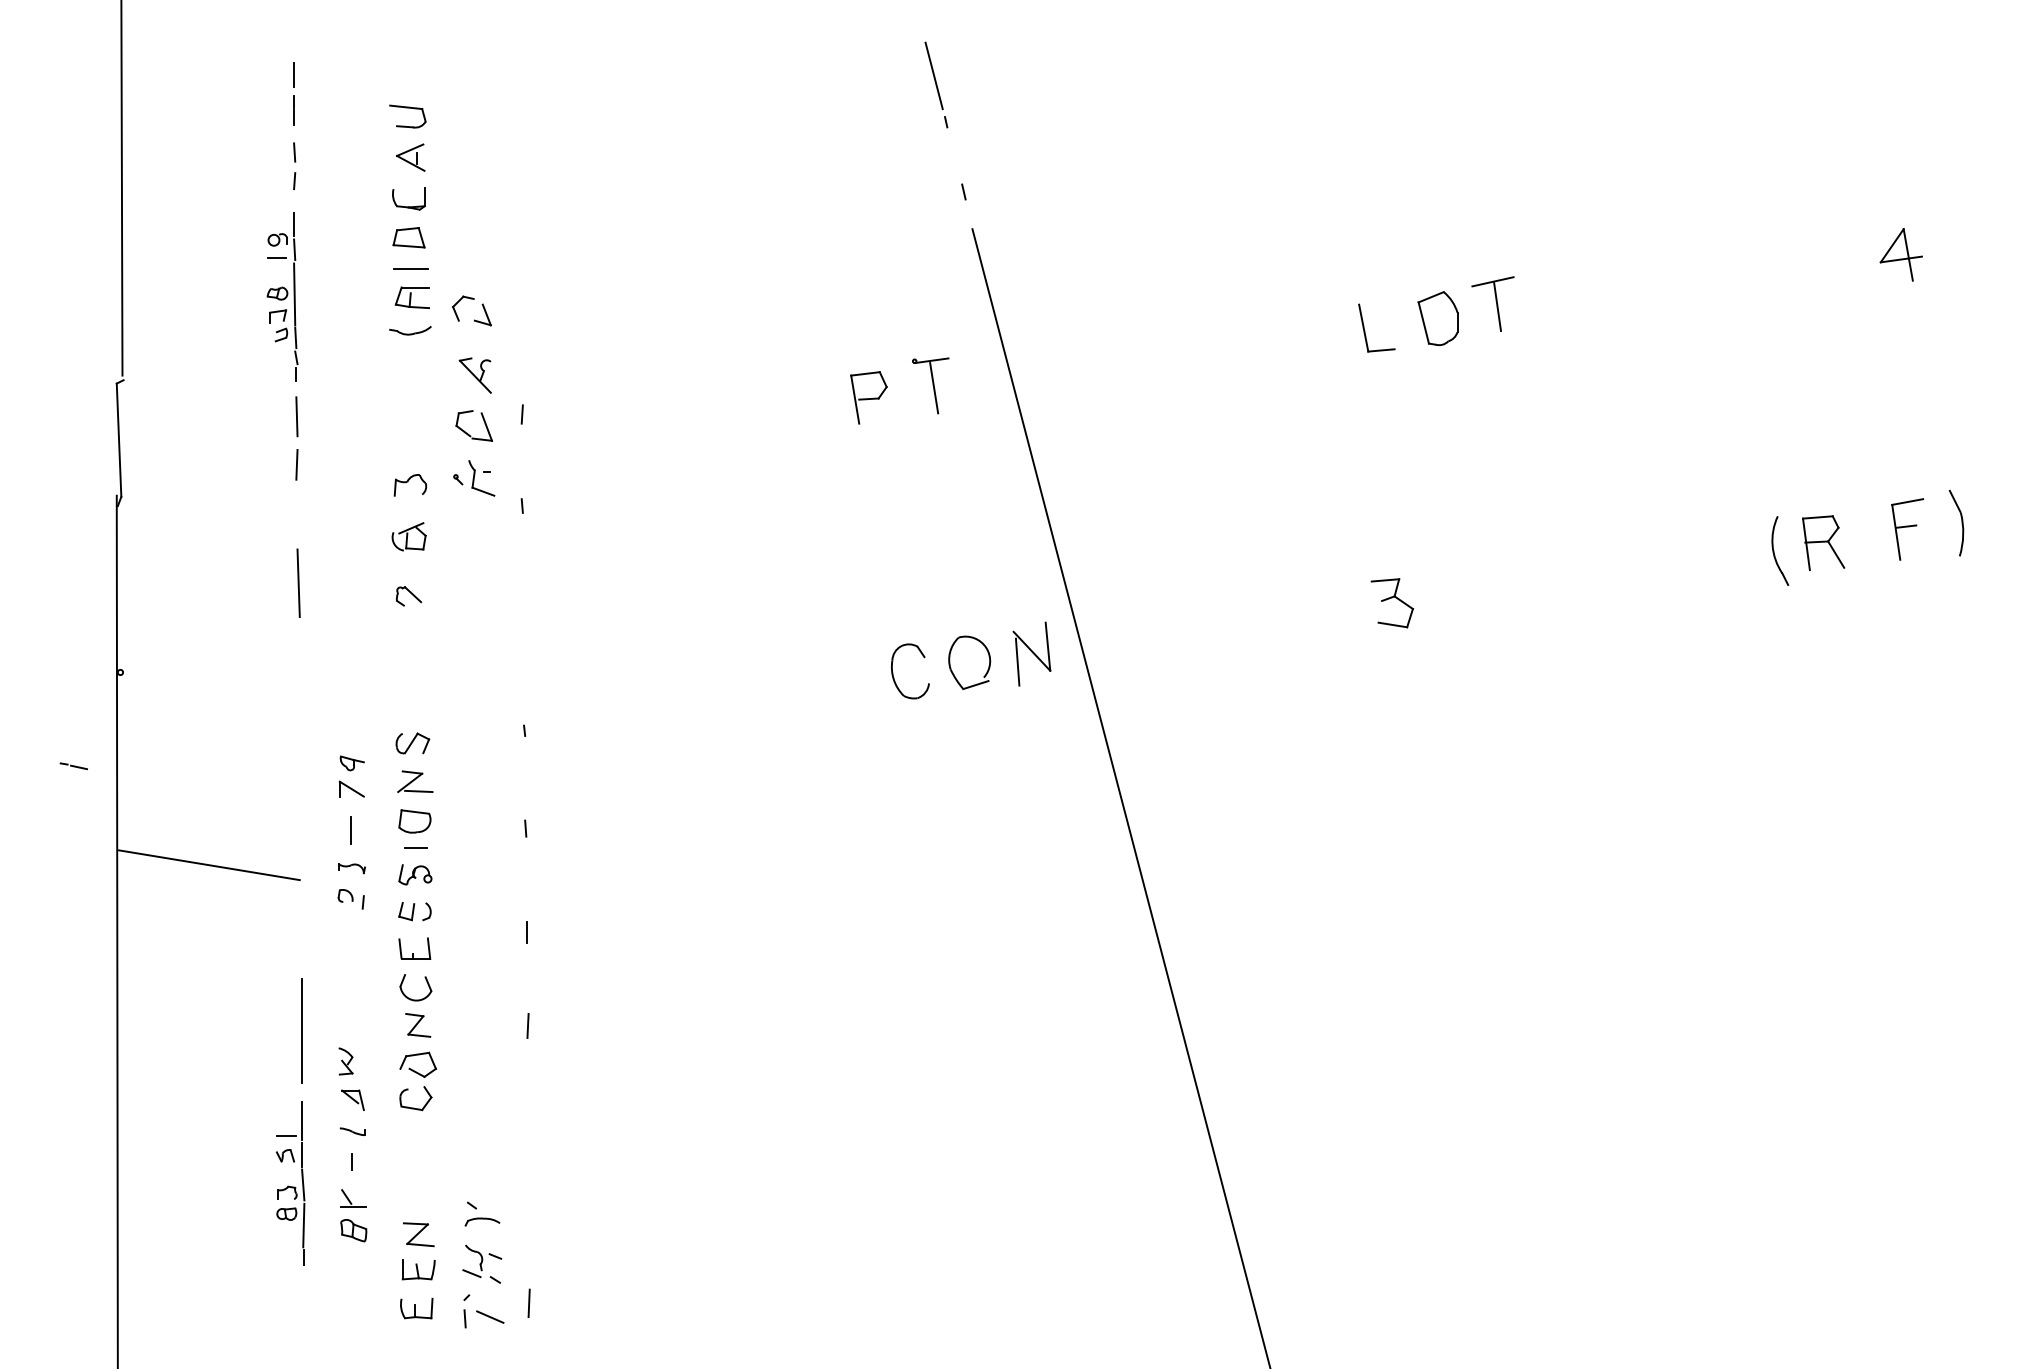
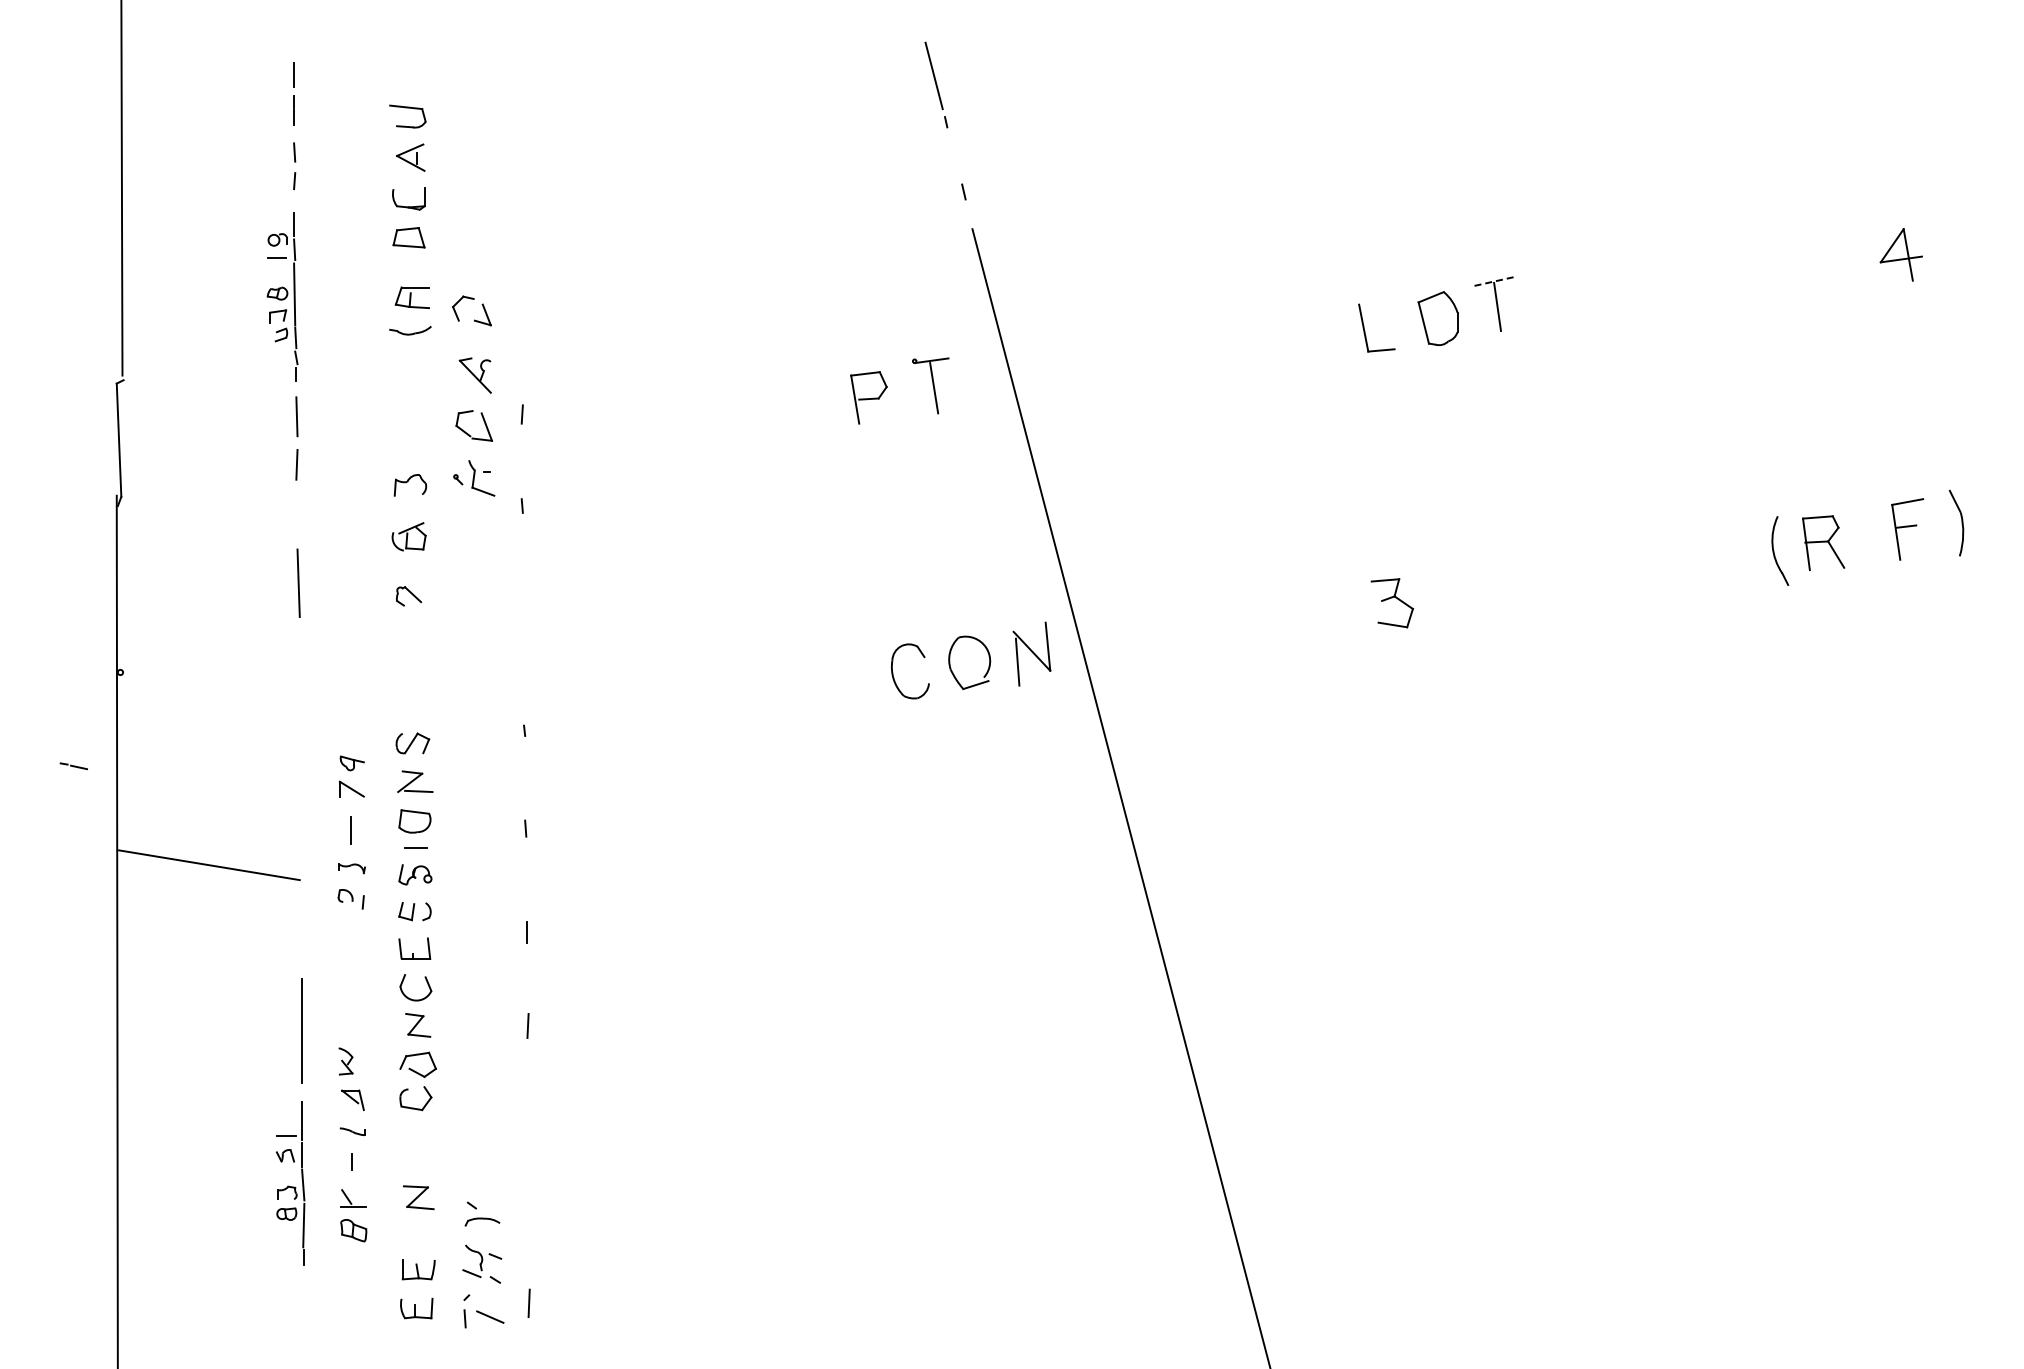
line at (410, 269): present -> none
line at (1492, 281): solid -> dashed
part at (418, 1234) position: (418, 1234) -> (418, 1197)
